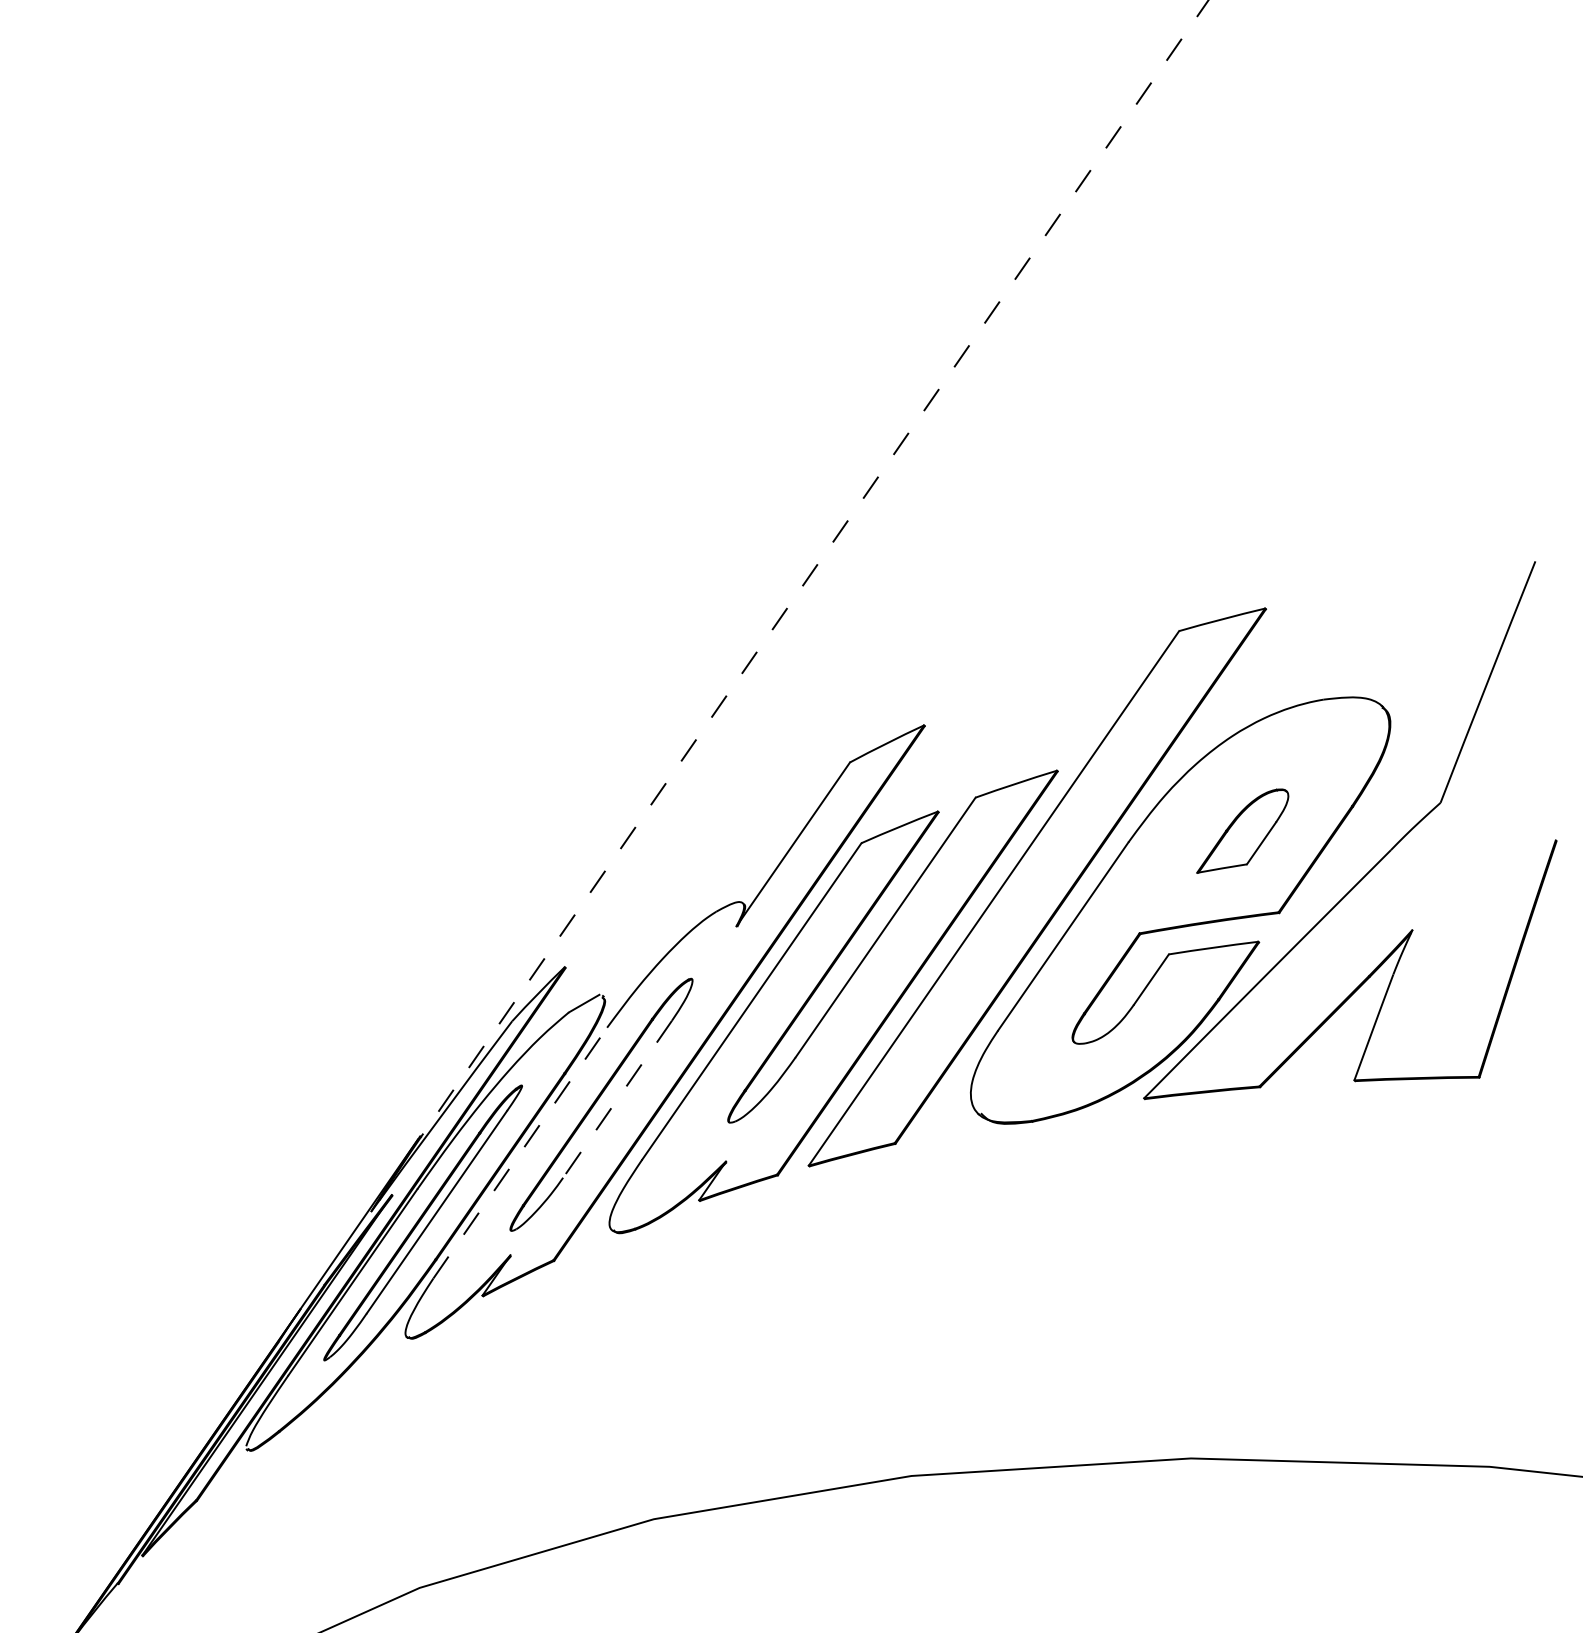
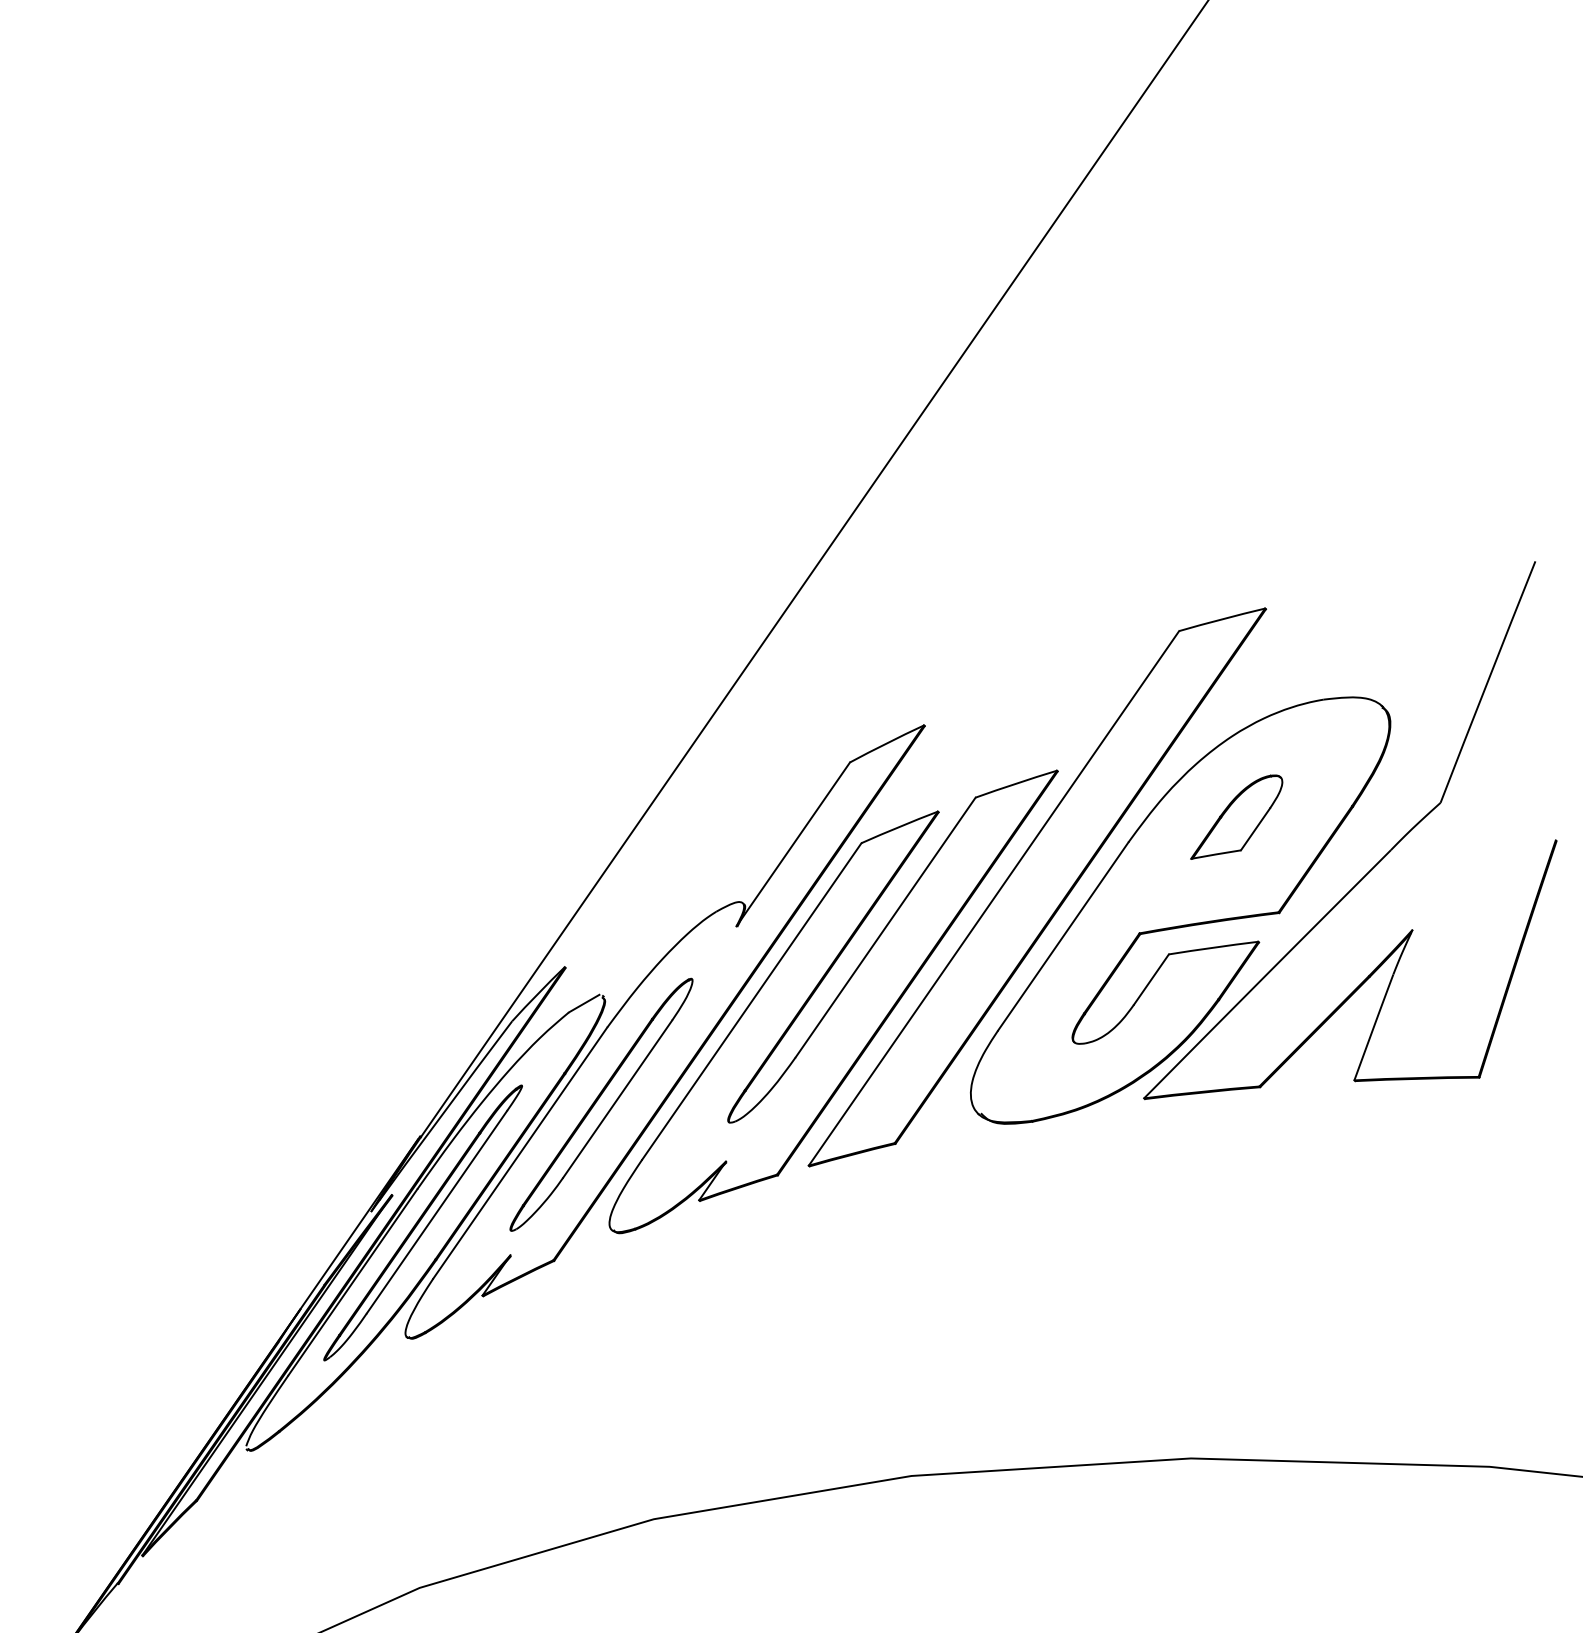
line at (814, 569): dashed -> solid
part at (1242, 830) position: (1242, 830) -> (1236, 816)
line at (617, 1099): dashed -> solid
line at (520, 1153): dashed -> solid
